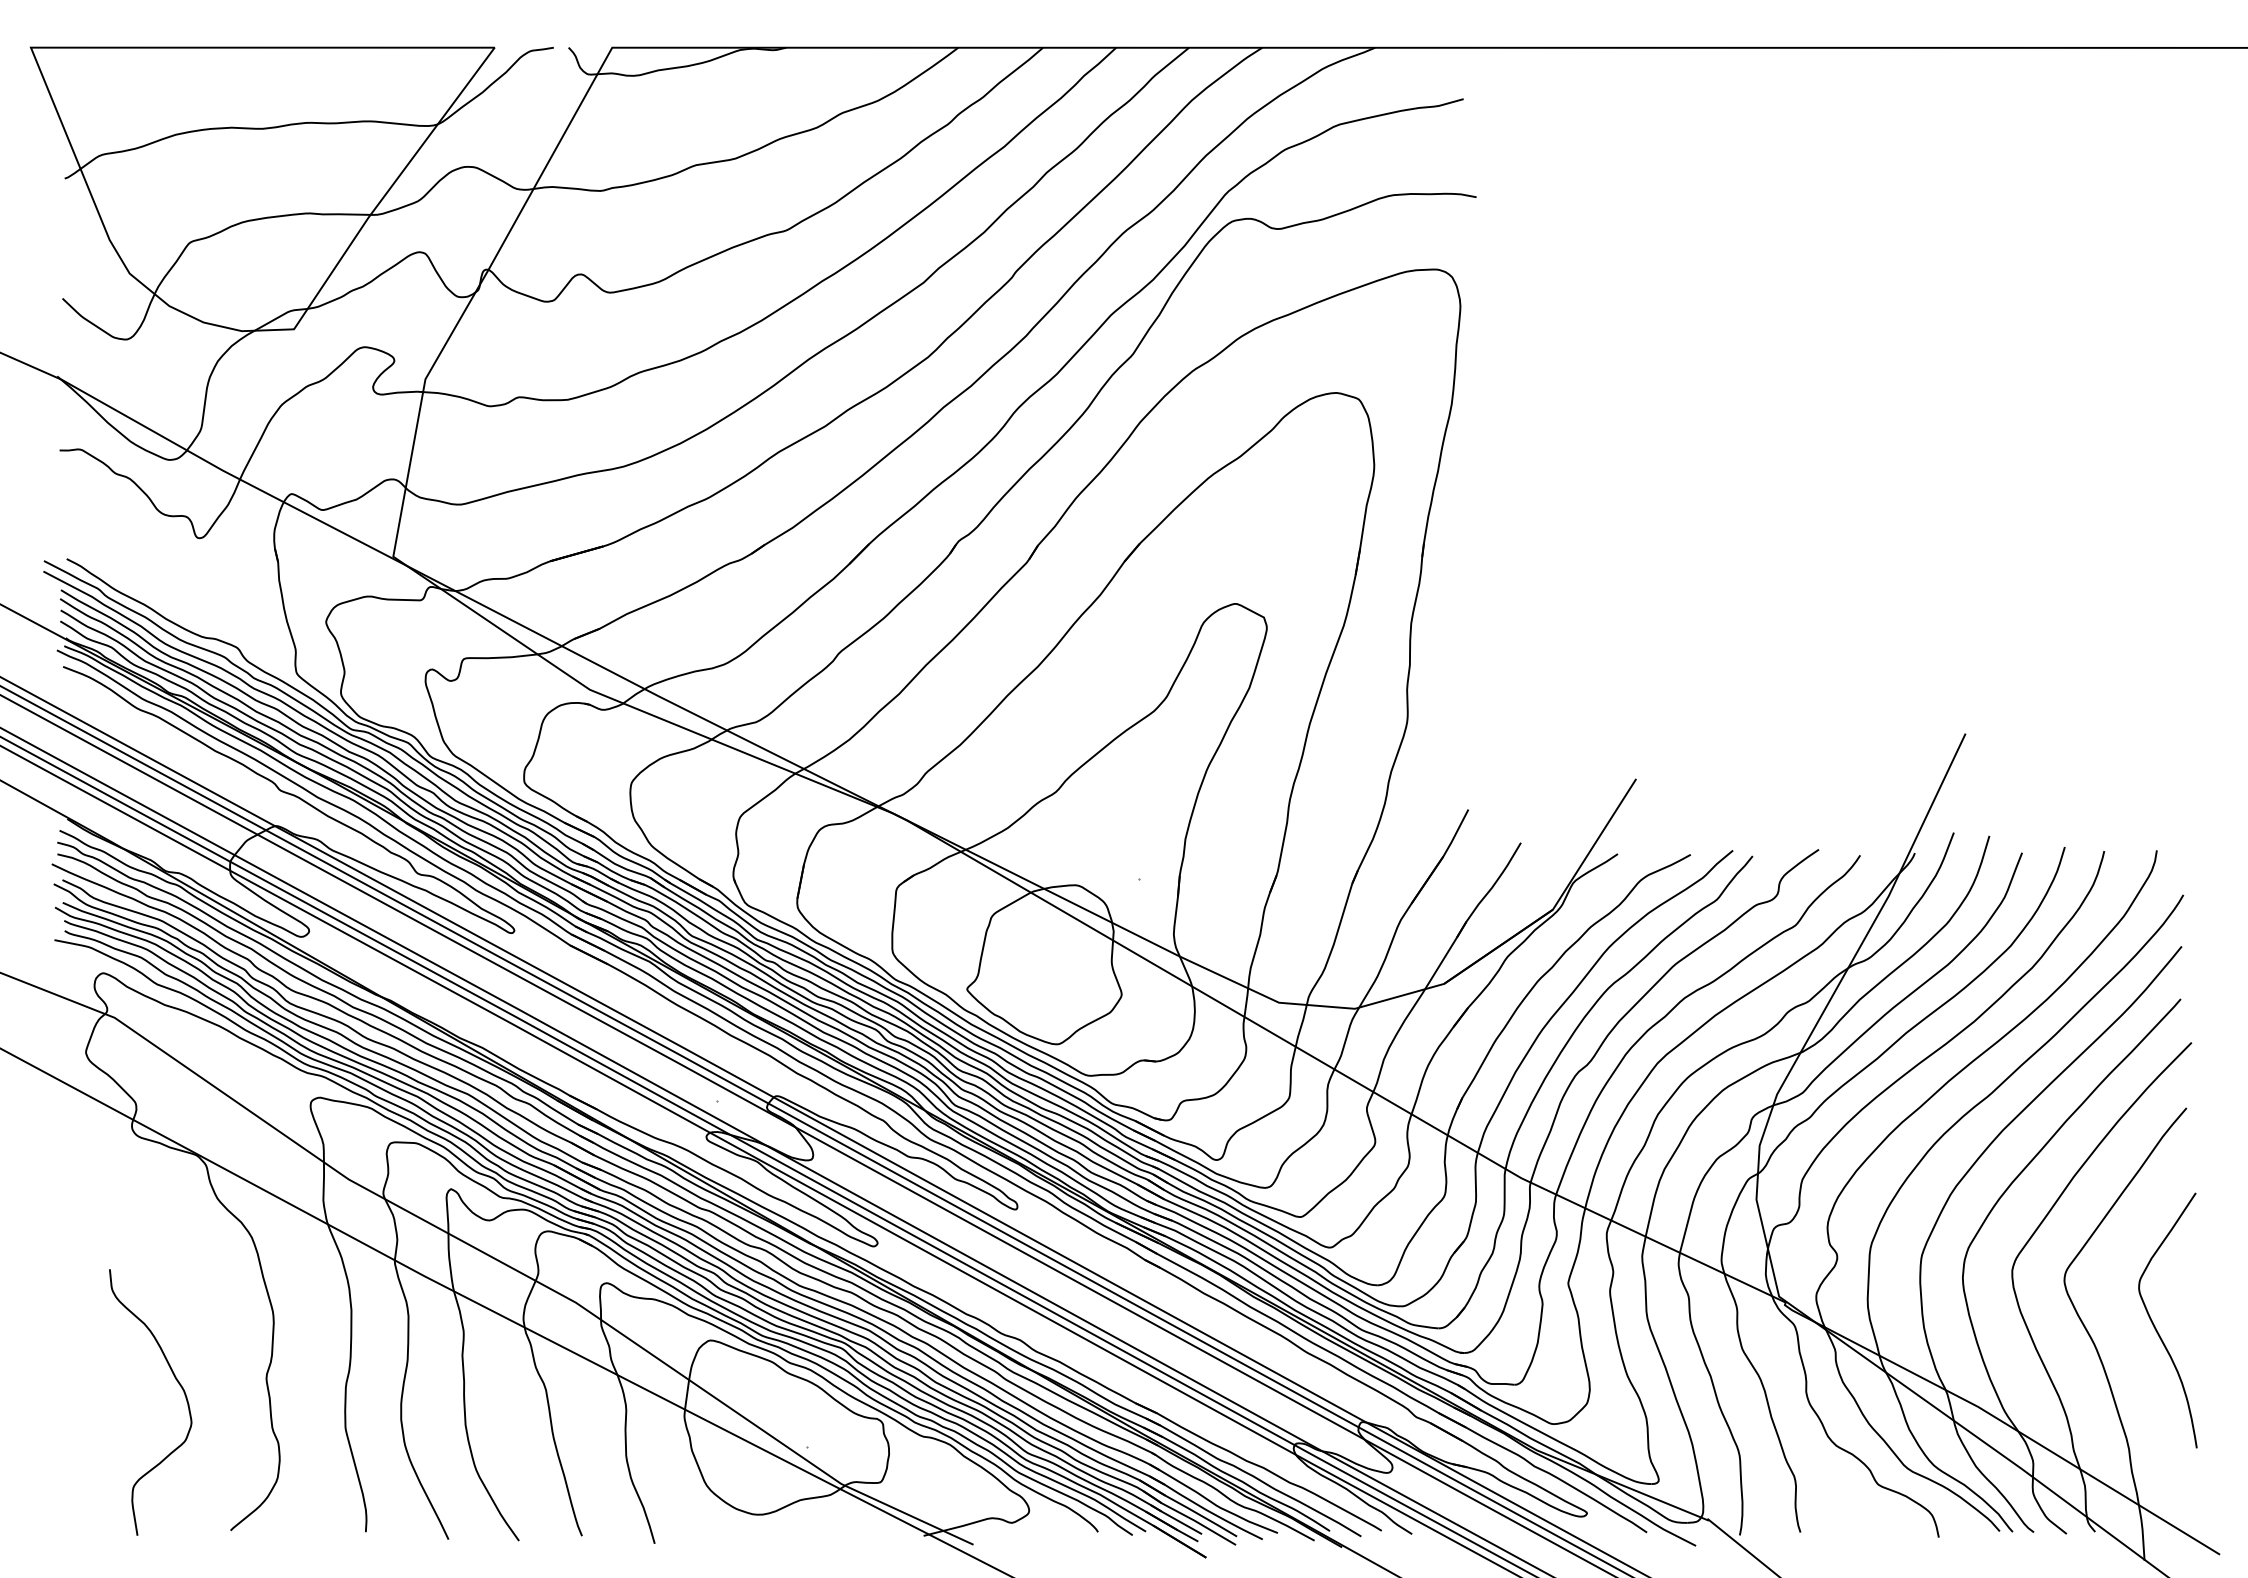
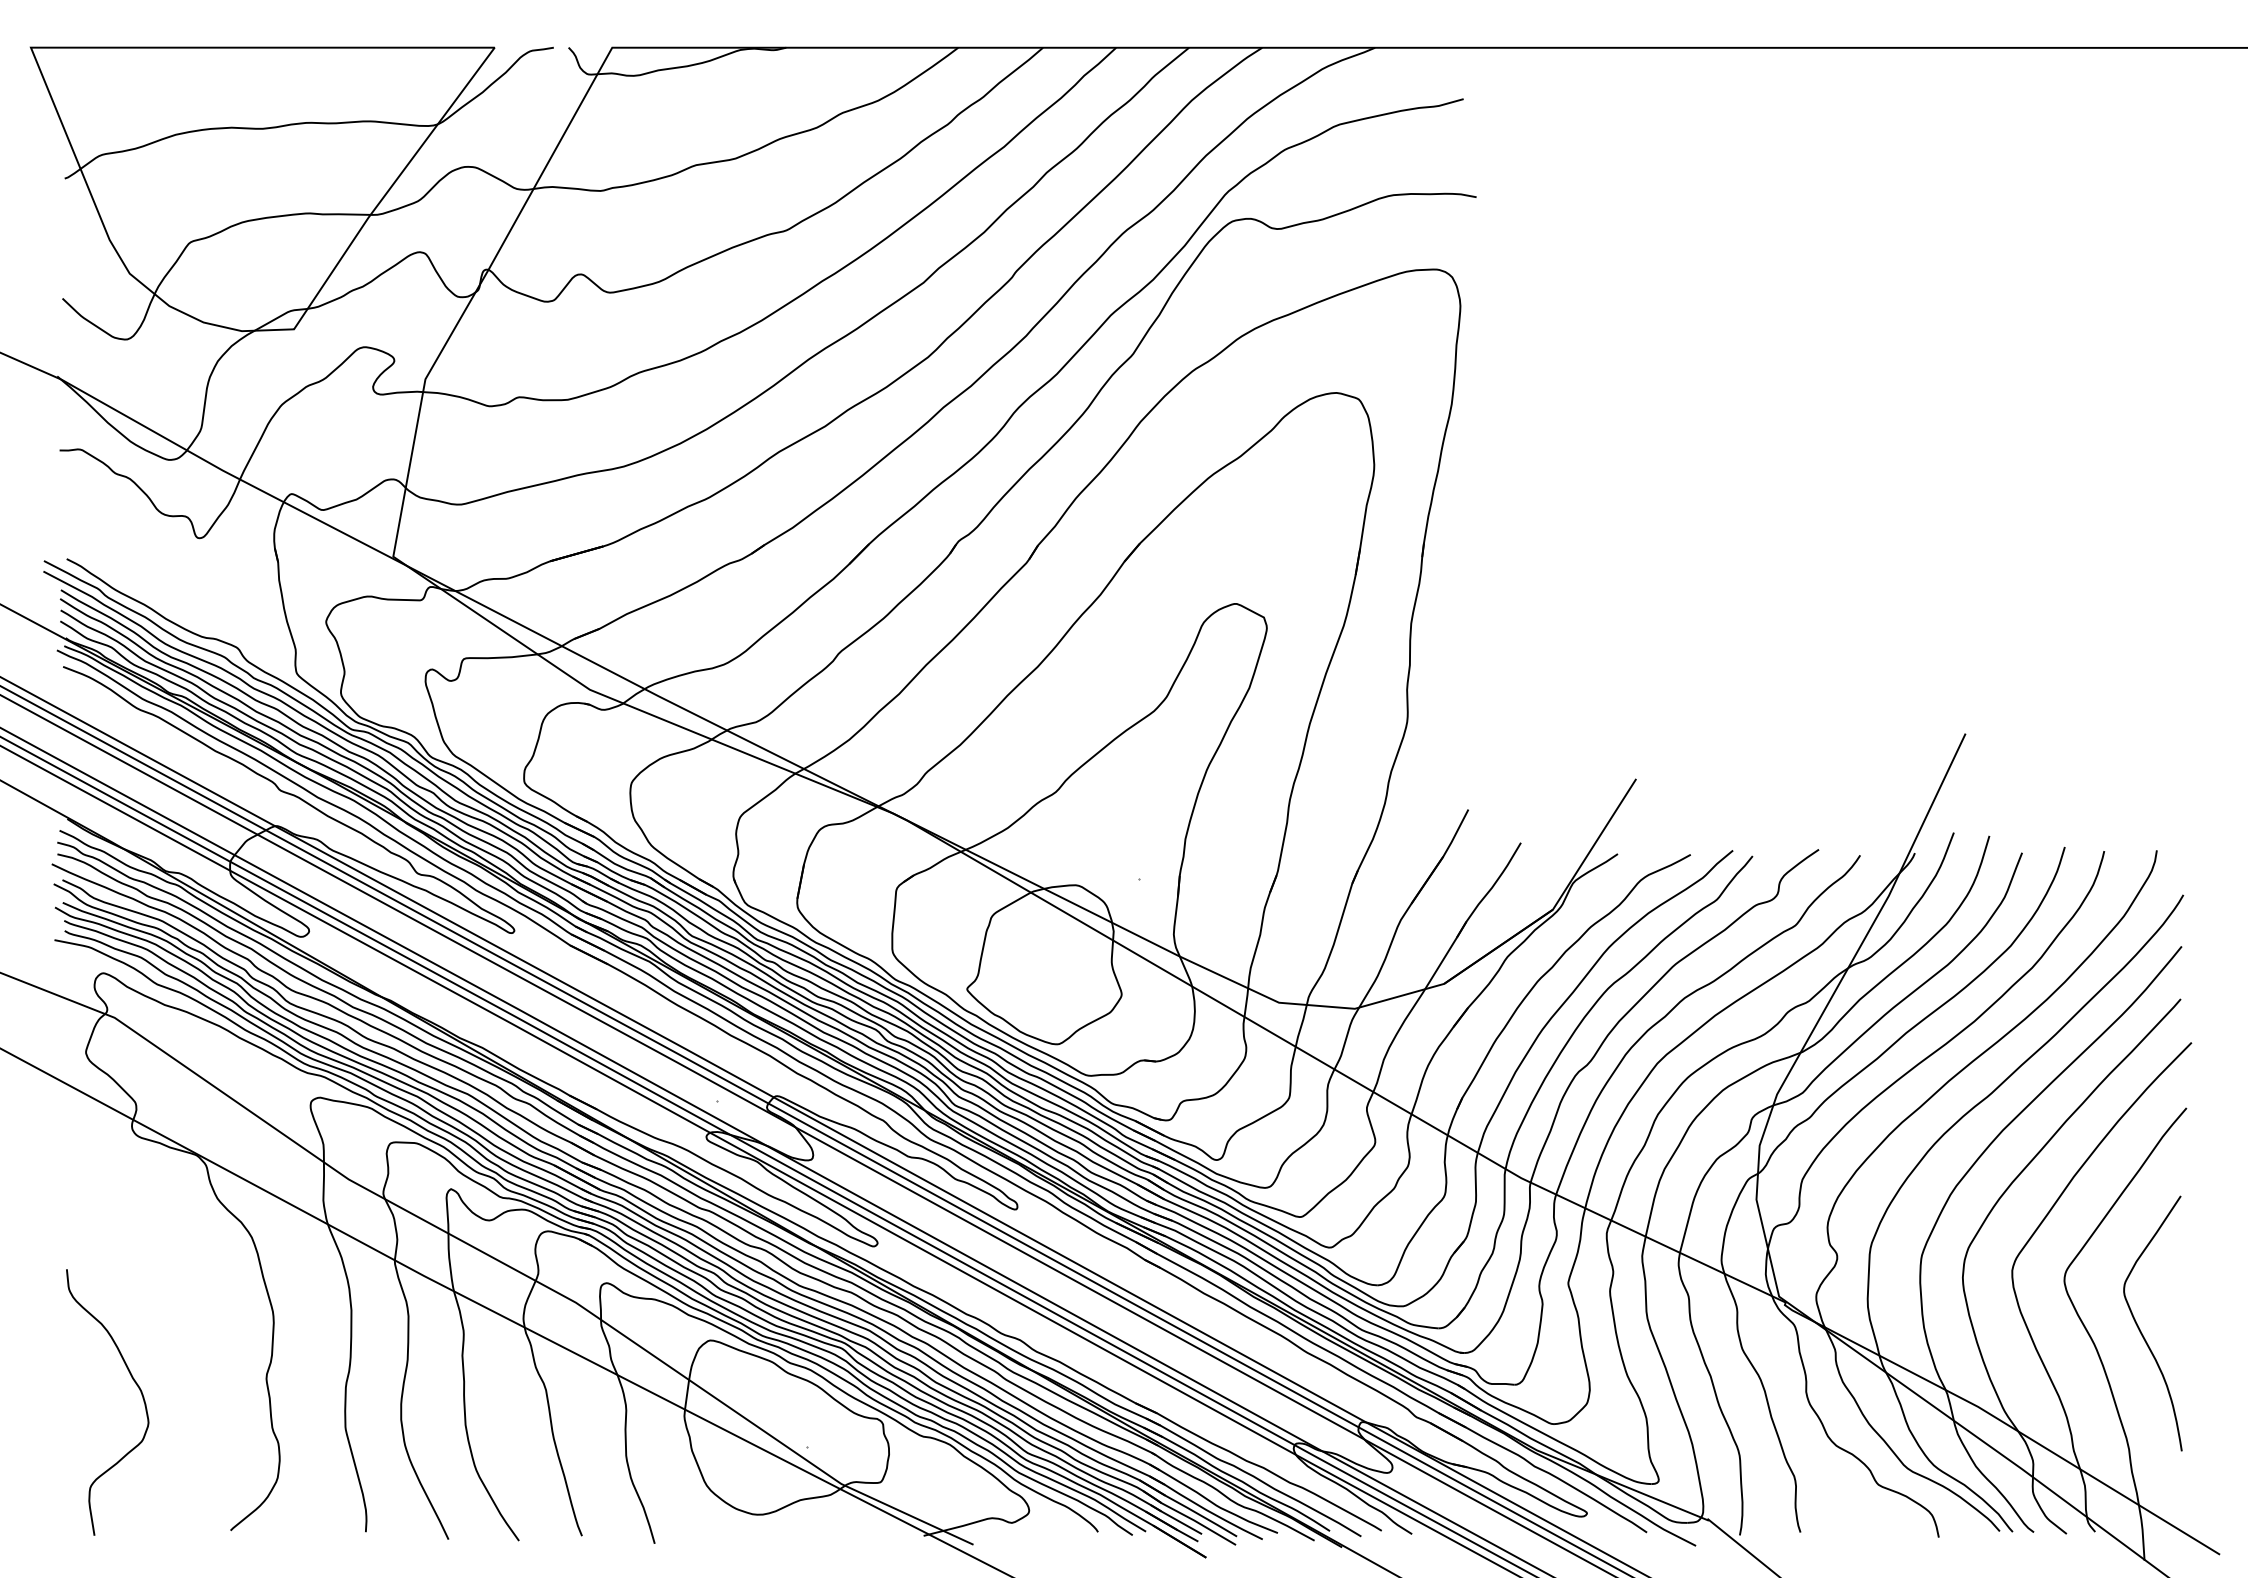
curve at (2155, 1326) position: (2155, 1326) -> (2140, 1329)
curve at (177, 1382) position: (177, 1382) -> (134, 1382)
